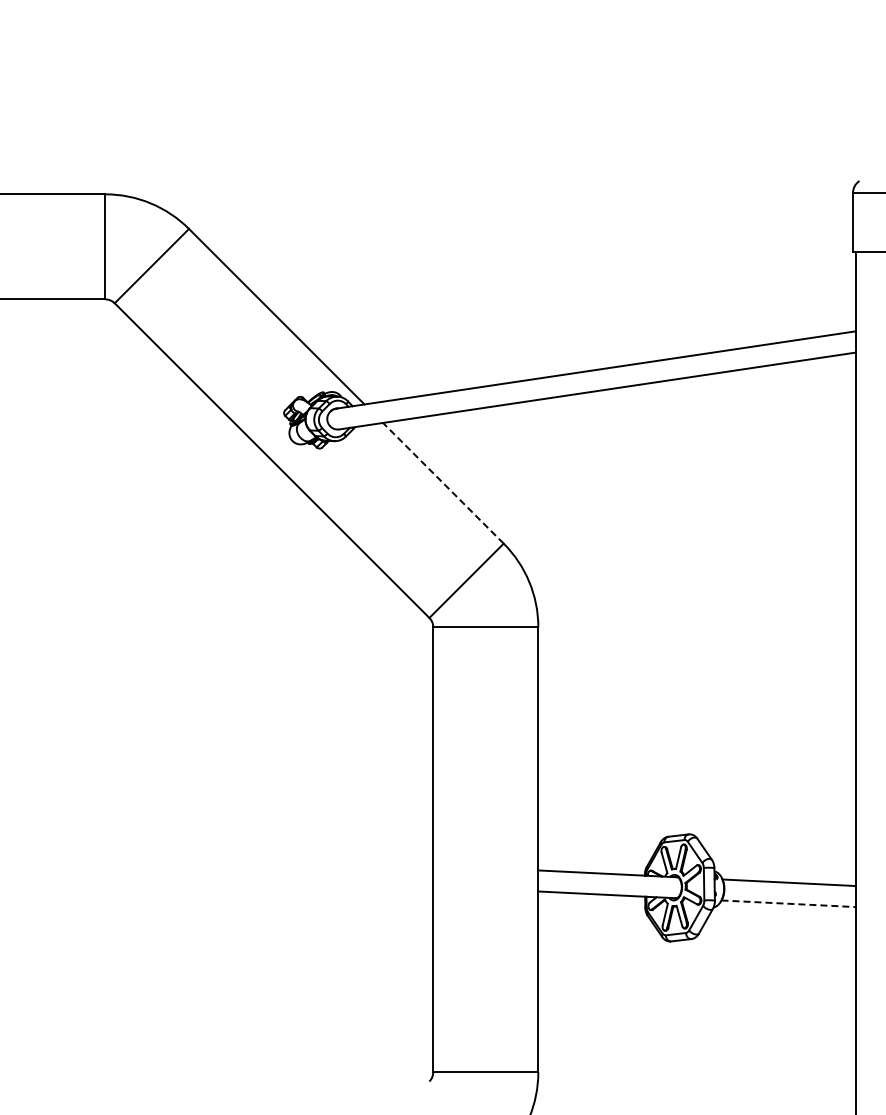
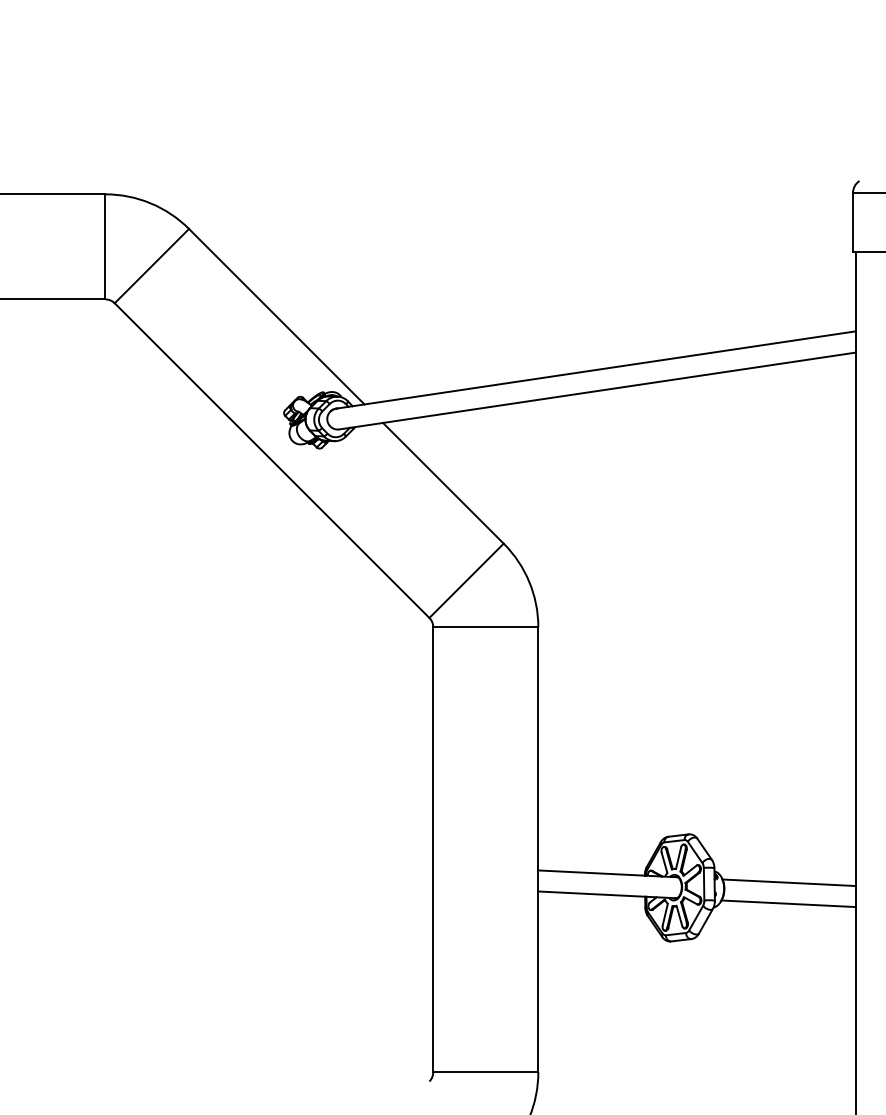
line at (443, 482): dashed -> solid
line at (789, 903): dashed -> solid
